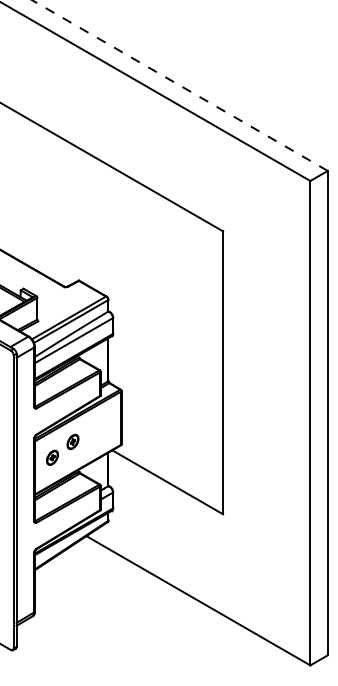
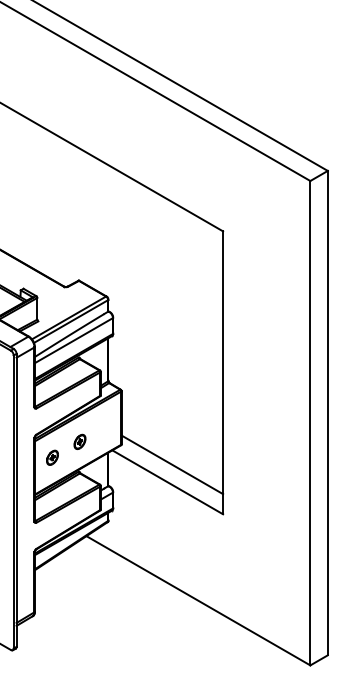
line at (179, 85): dashed -> solid
part at (72, 441) position: (72, 441) -> (79, 441)
line at (172, 464): none -> present
